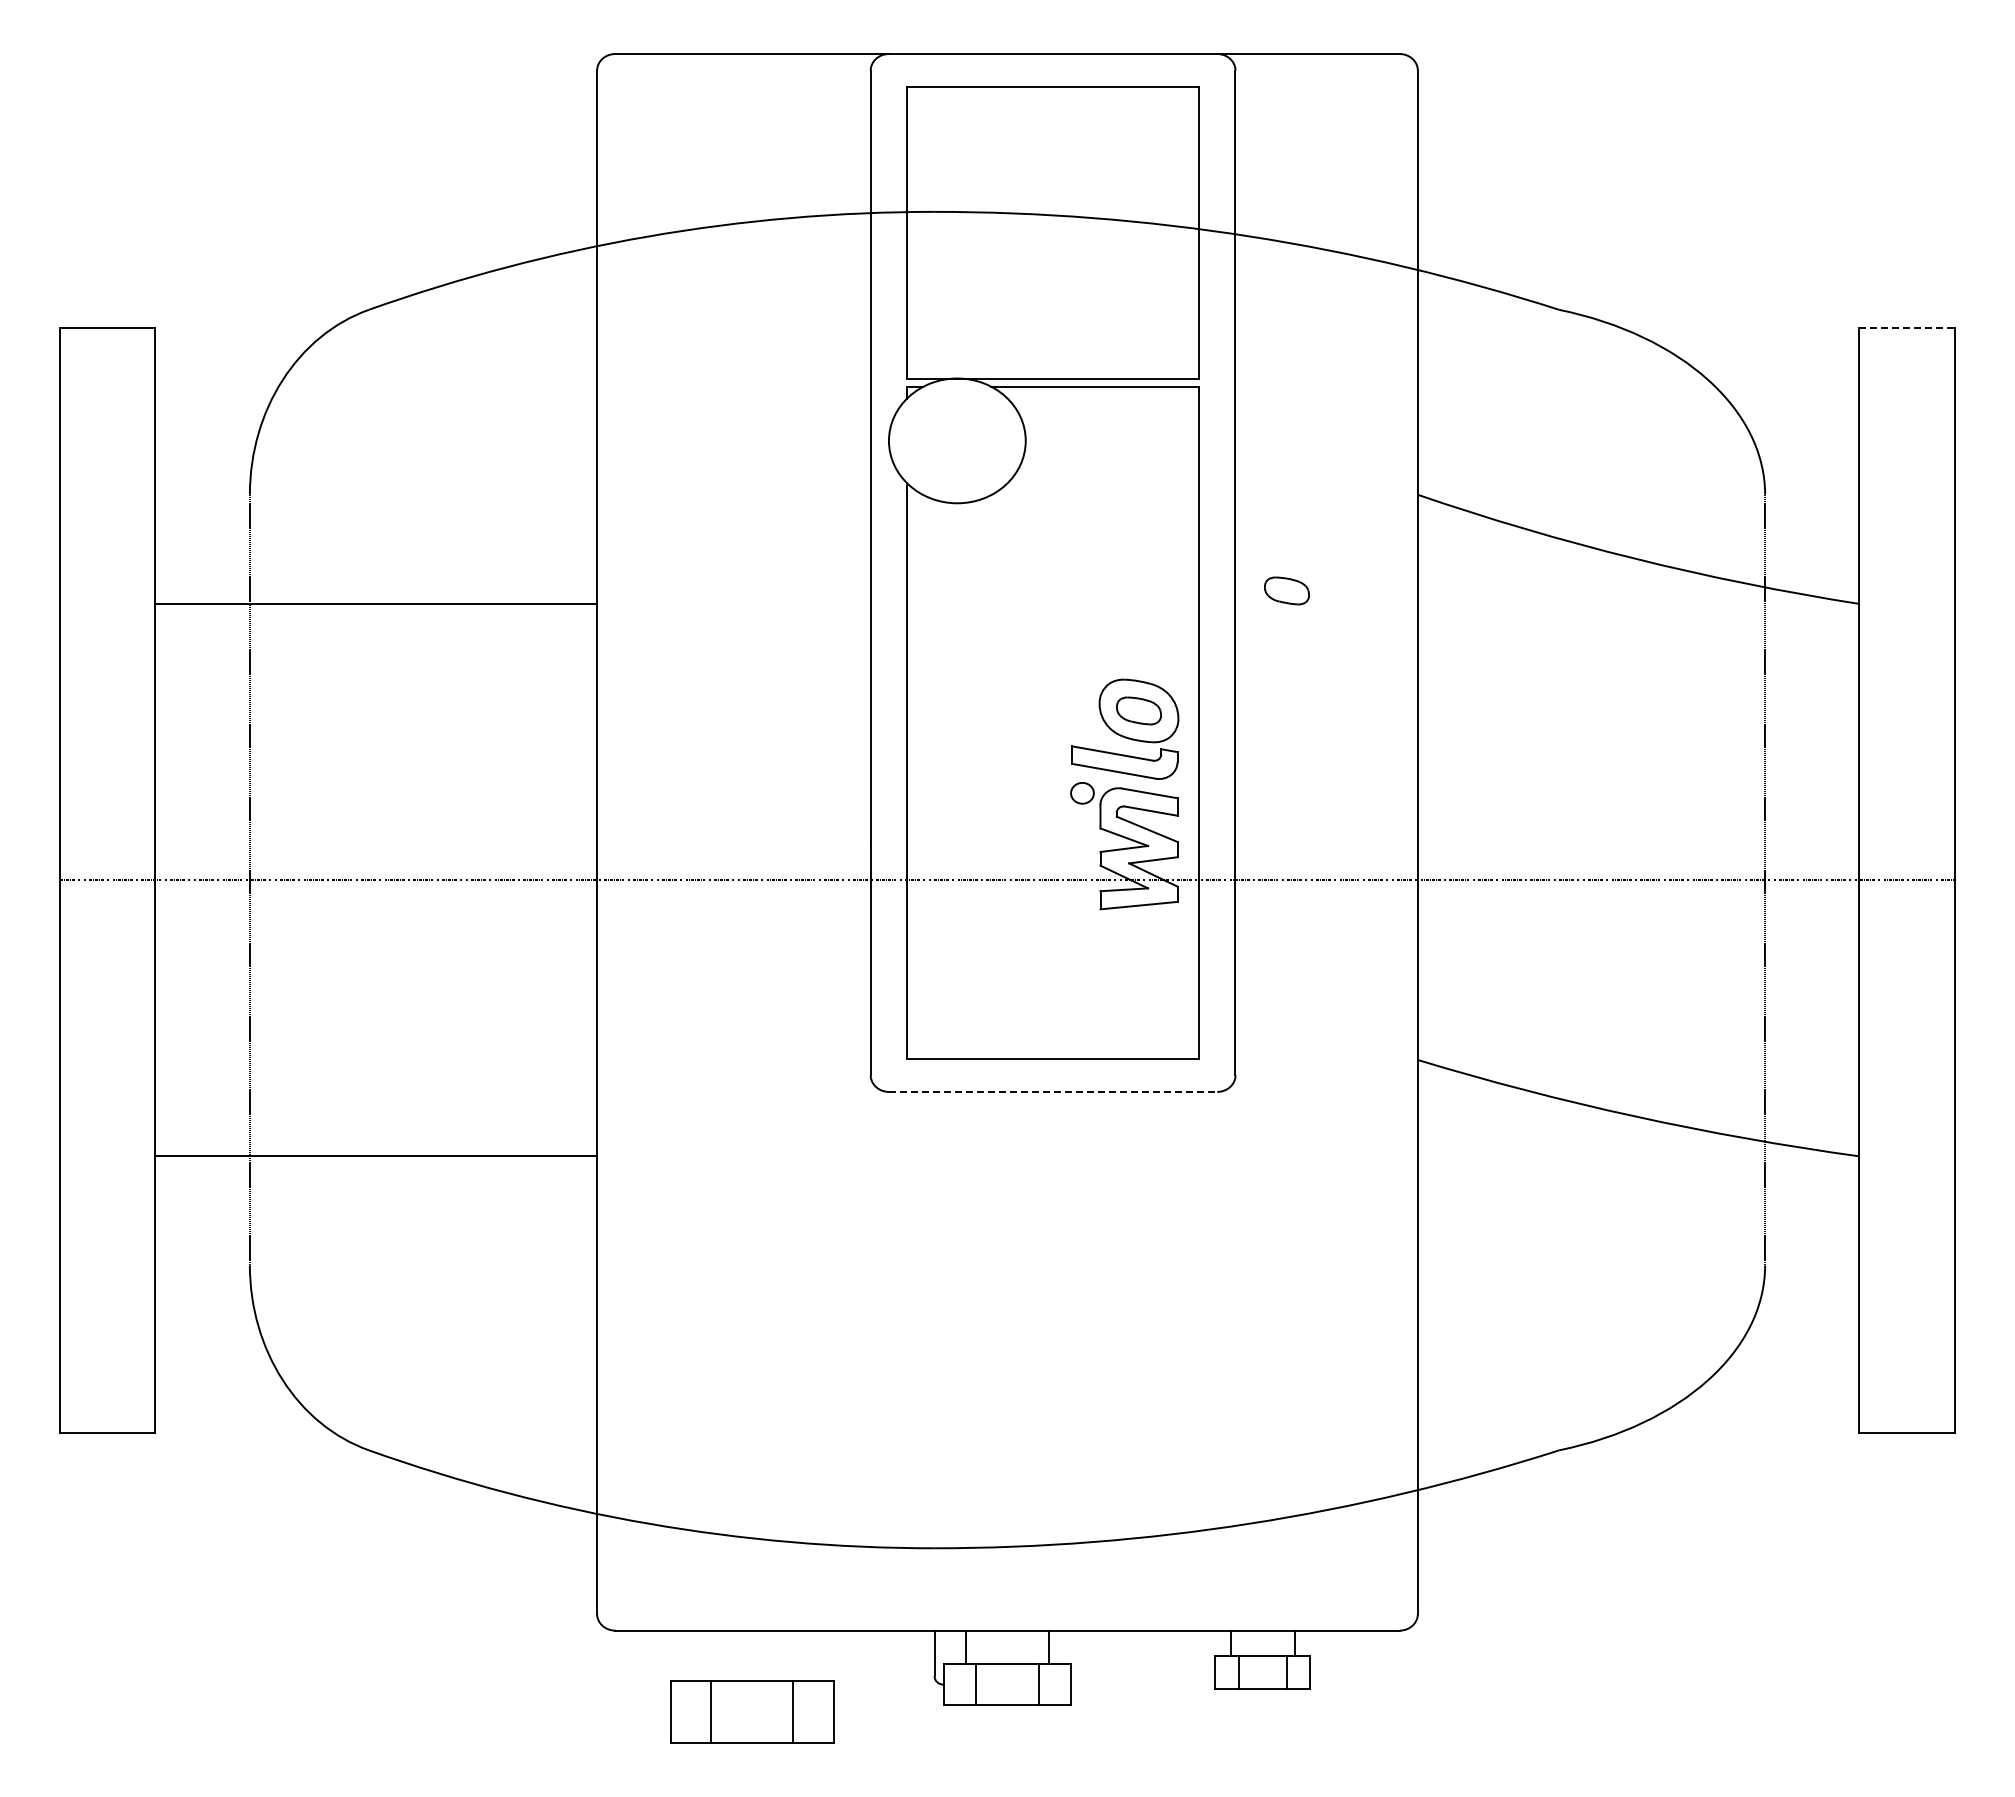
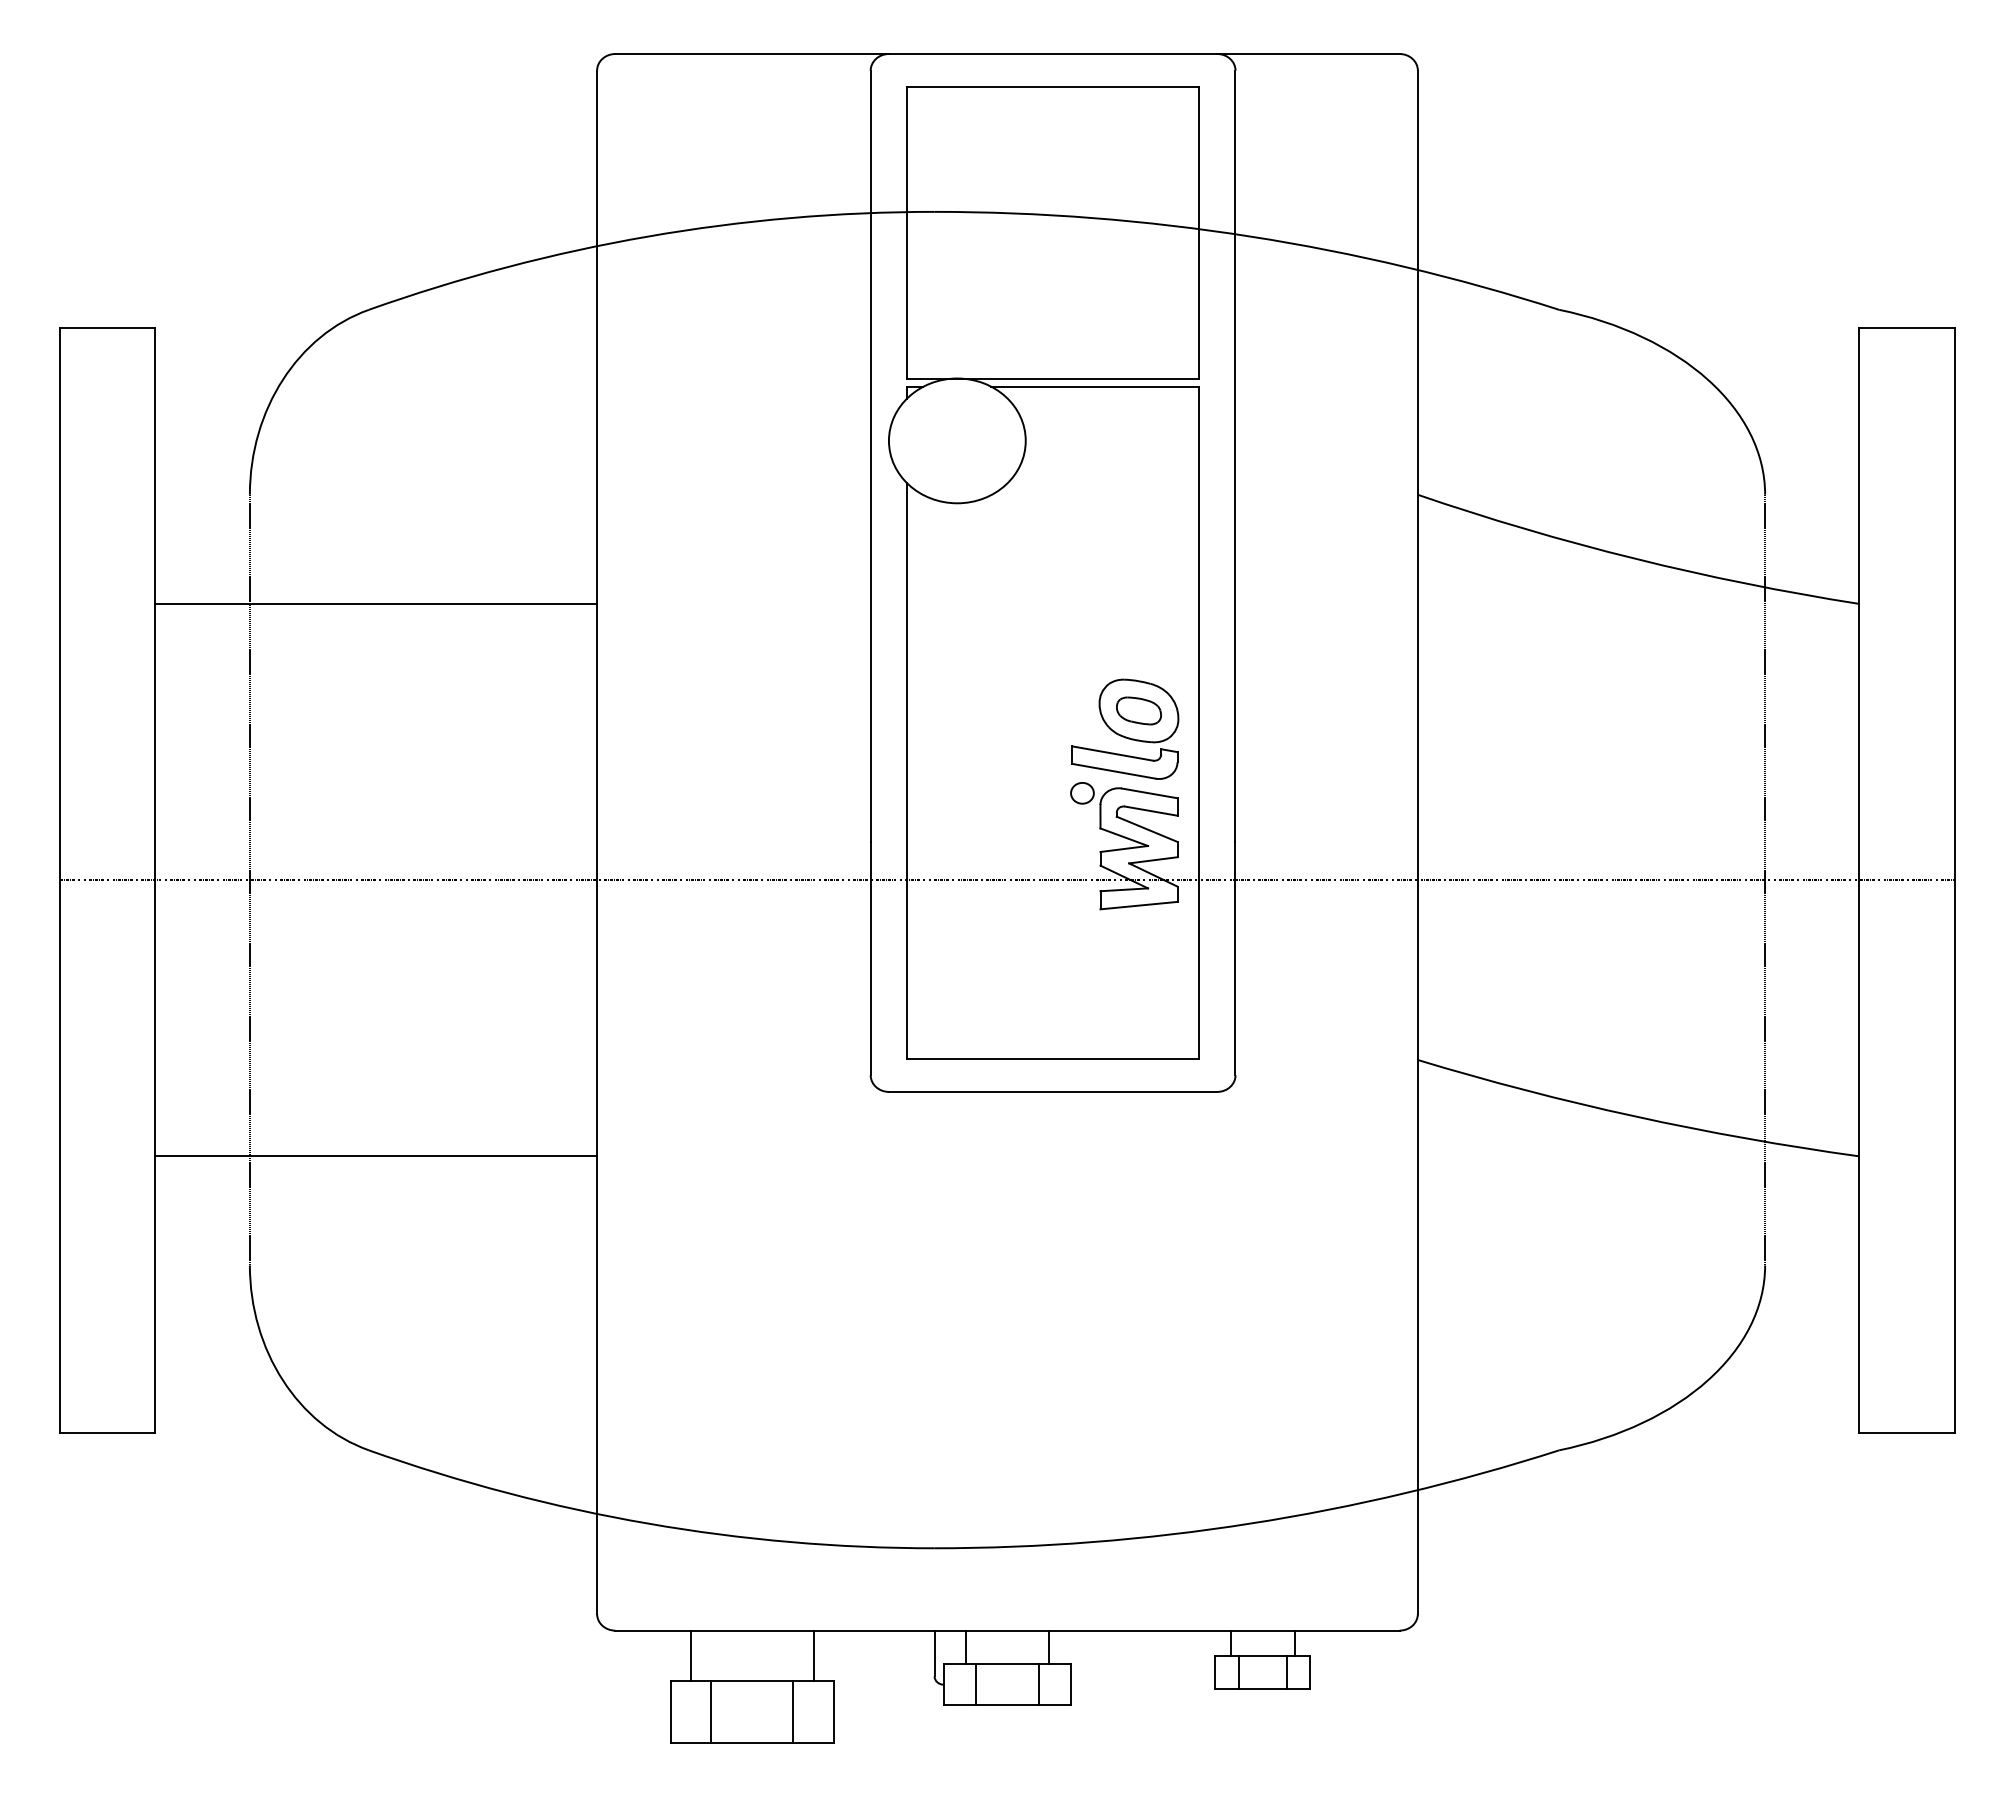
line at (1906, 327): dashed -> solid
part at (1286, 590): present -> none
line at (1053, 1091): dashed -> solid
line at (690, 1655): none -> present
line at (813, 1655): none -> present
